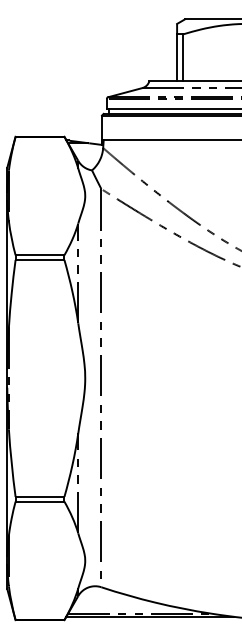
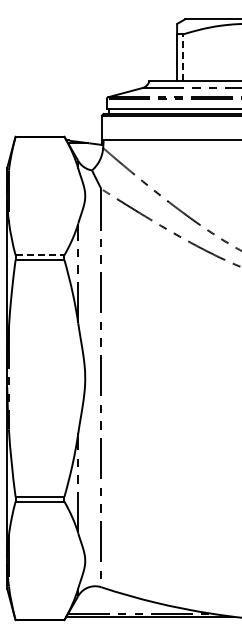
line at (183, 57): solid -> dashed
line at (40, 255): solid -> dashed
